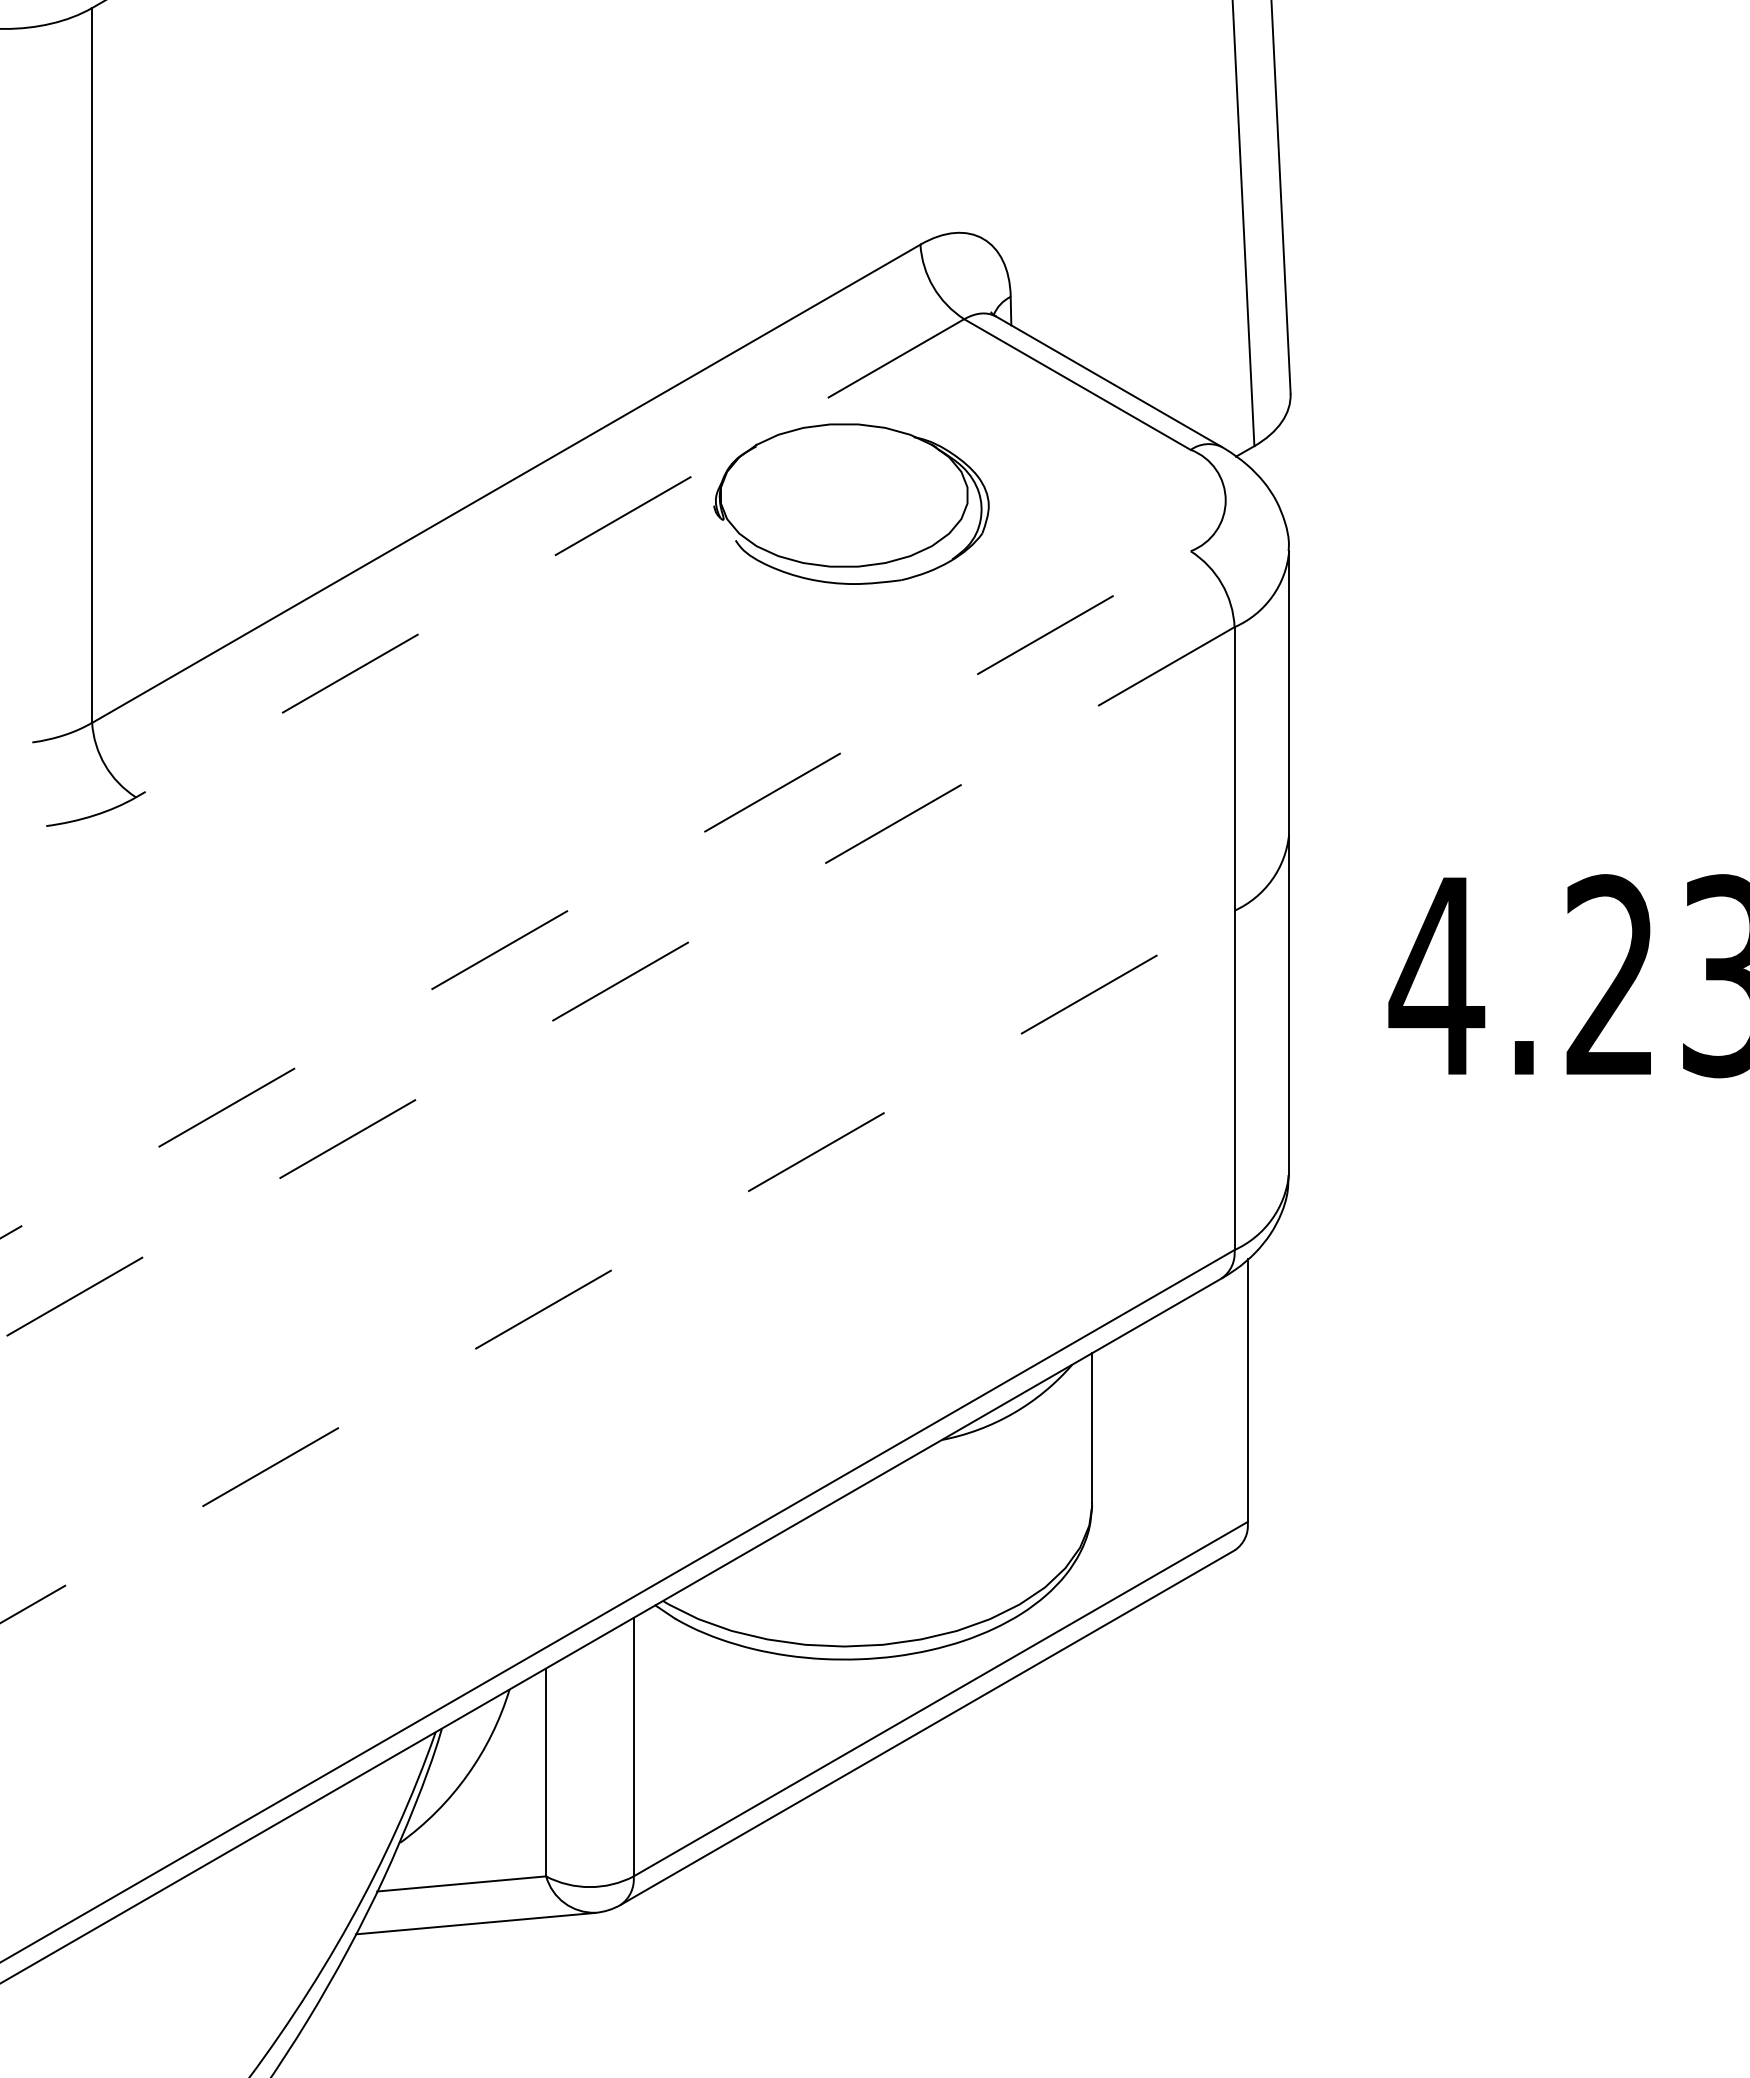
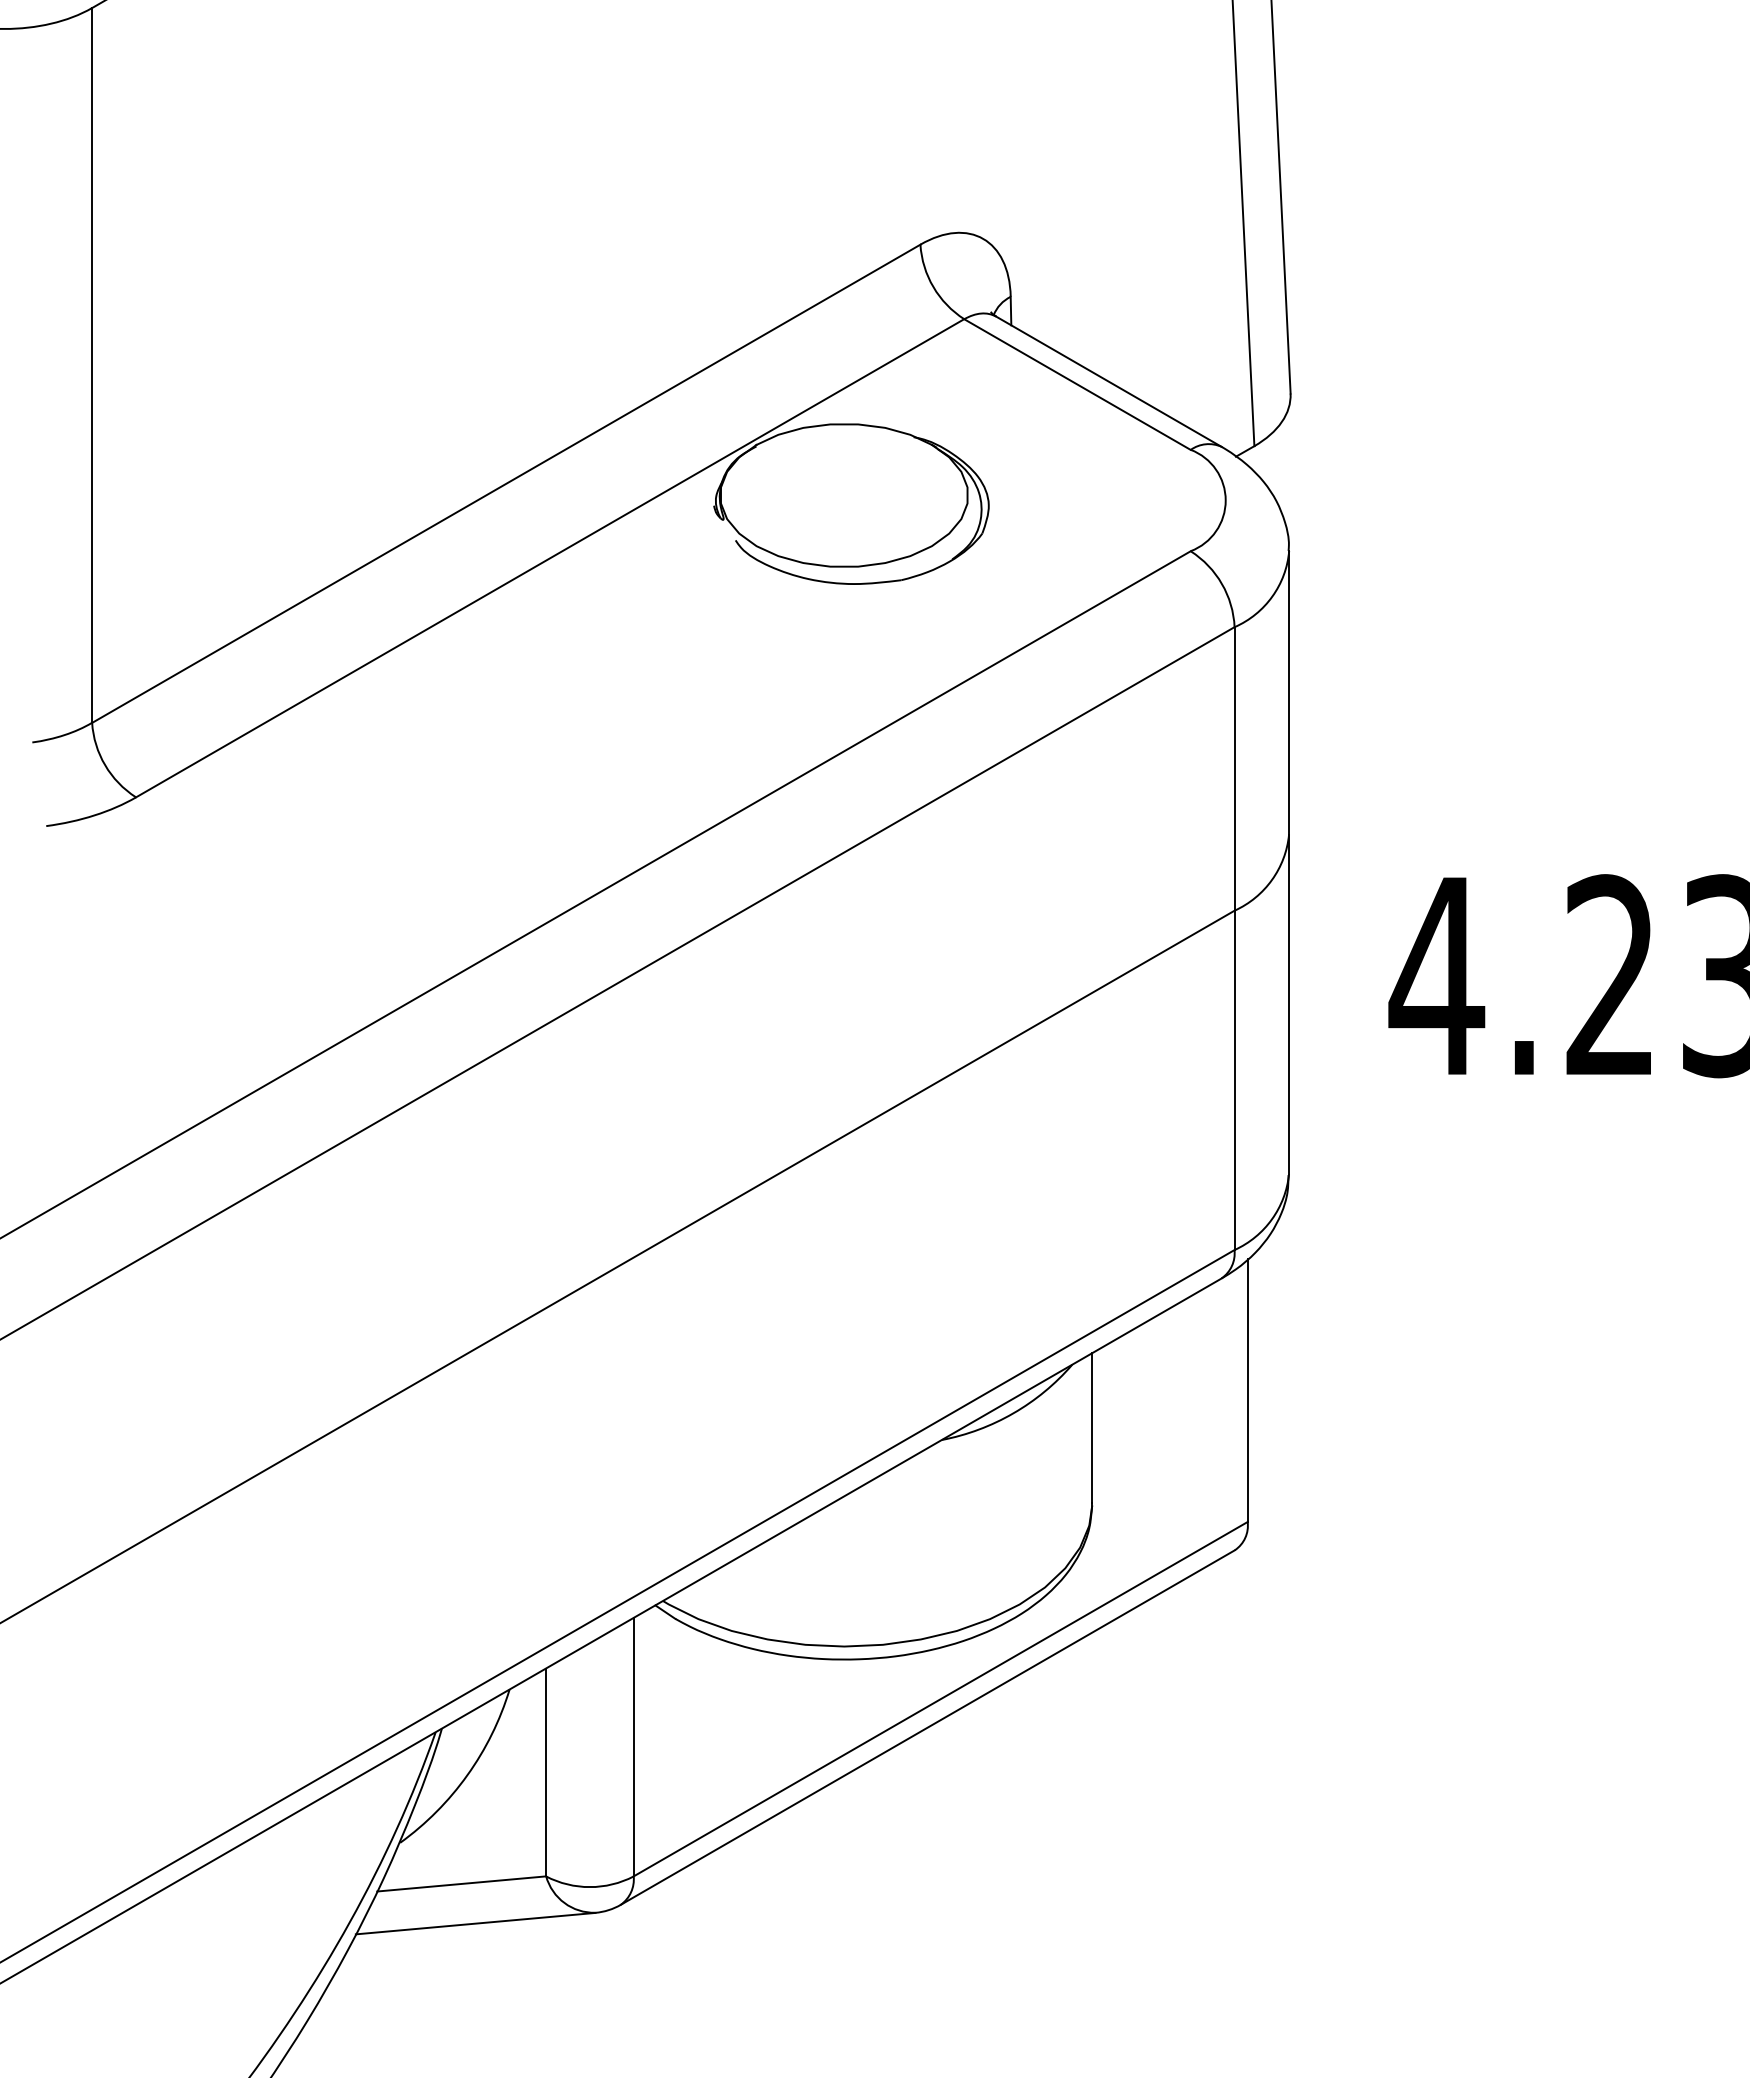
line at (549, 558): dashed -> solid
line at (595, 894): dashed -> solid
line at (617, 983): dashed -> solid
line at (617, 1266): dashed -> solid
